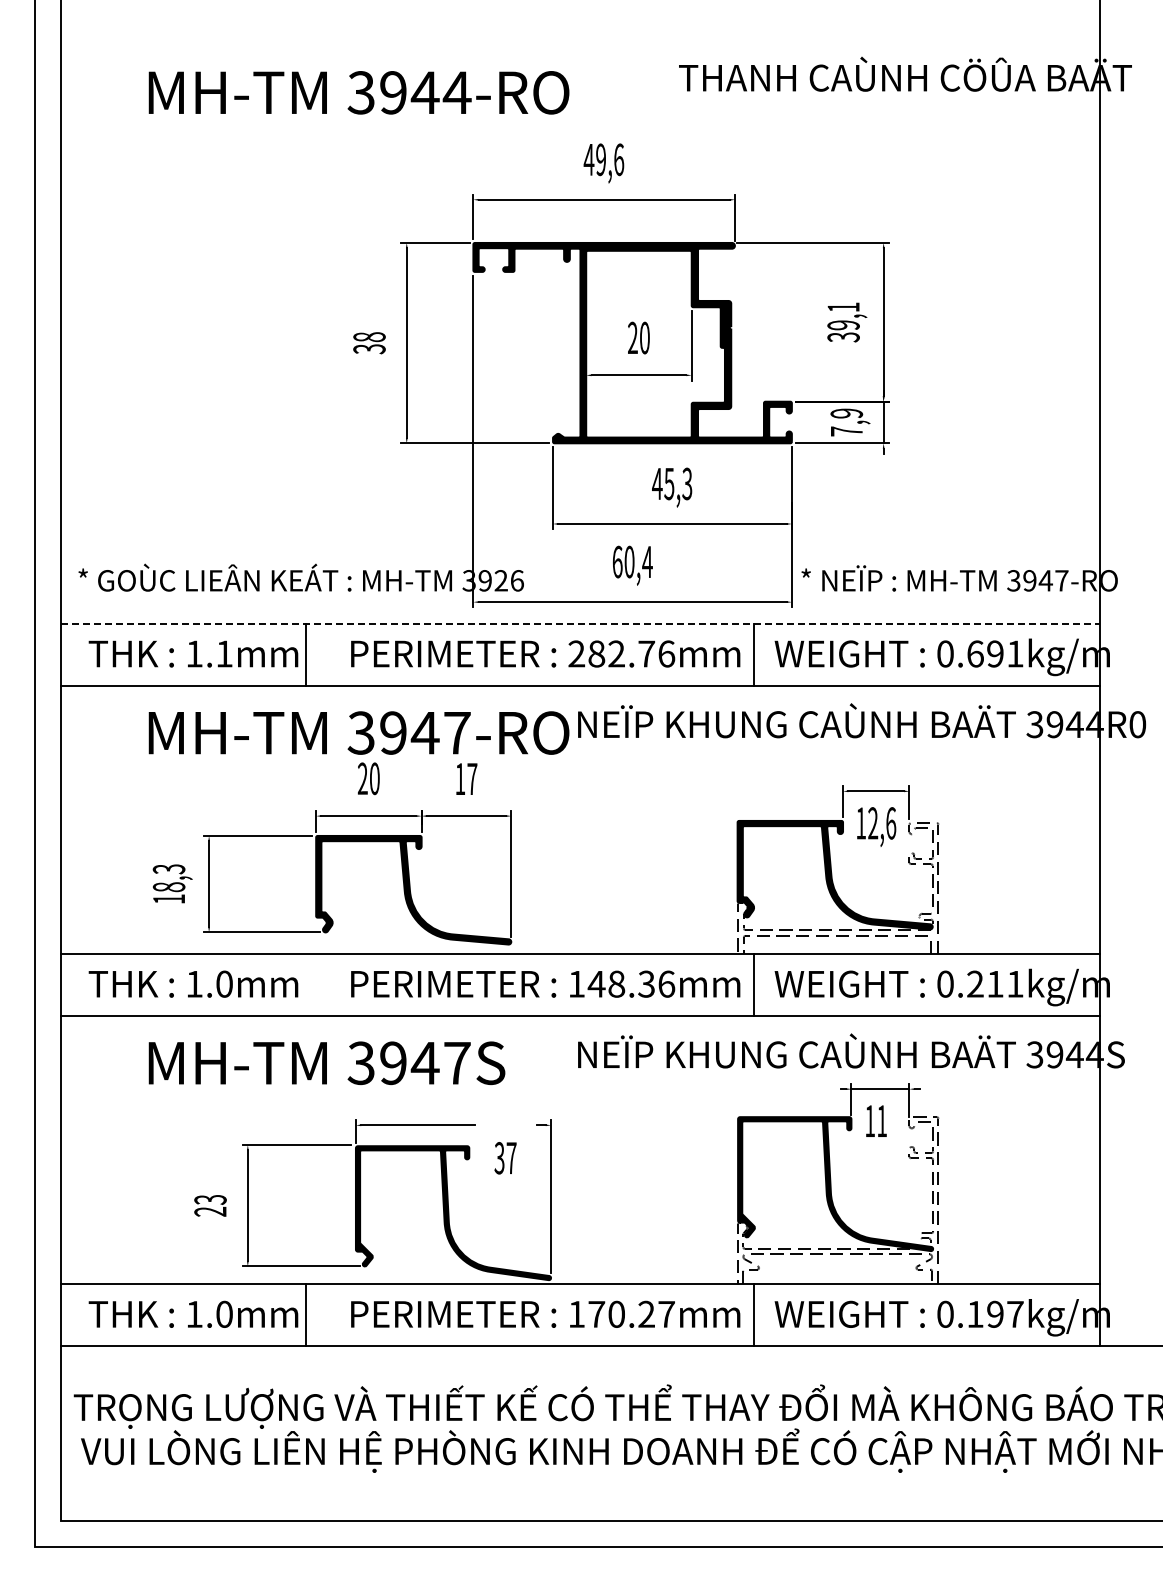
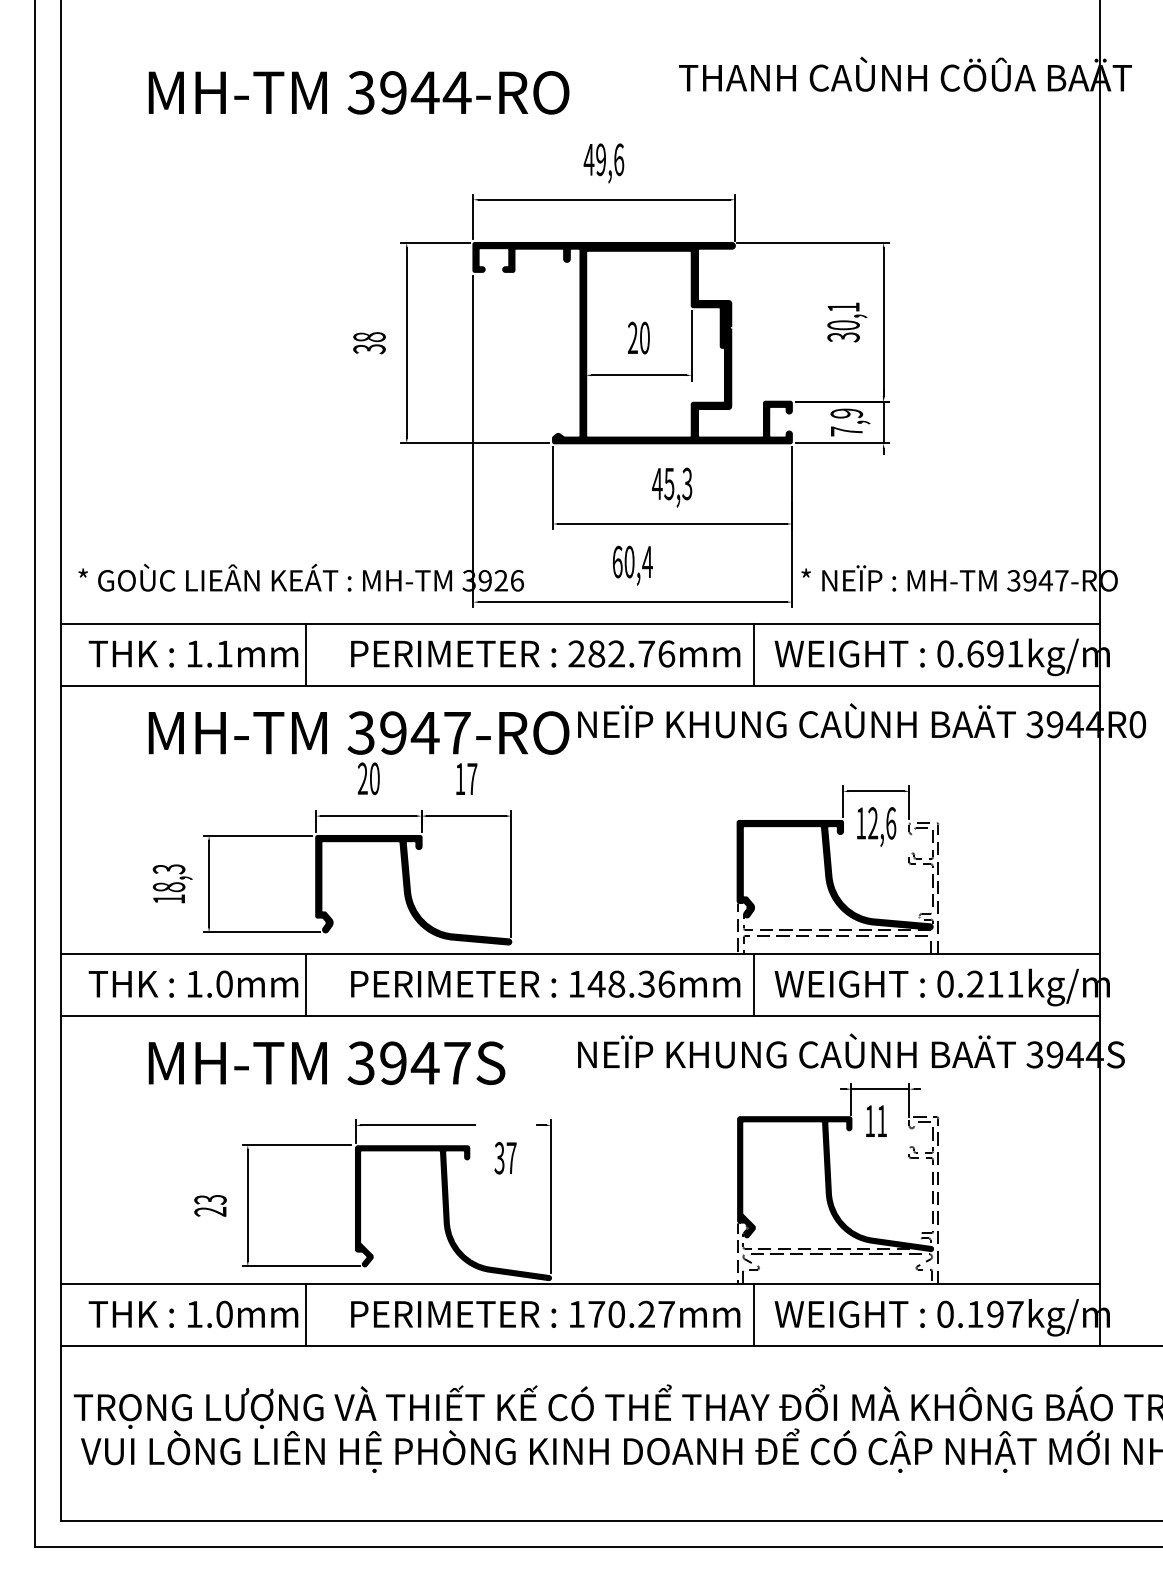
text at (843, 325): 39,1 -> 30,1
line at (581, 623): dashed -> solid
line at (306, 984): none -> present
